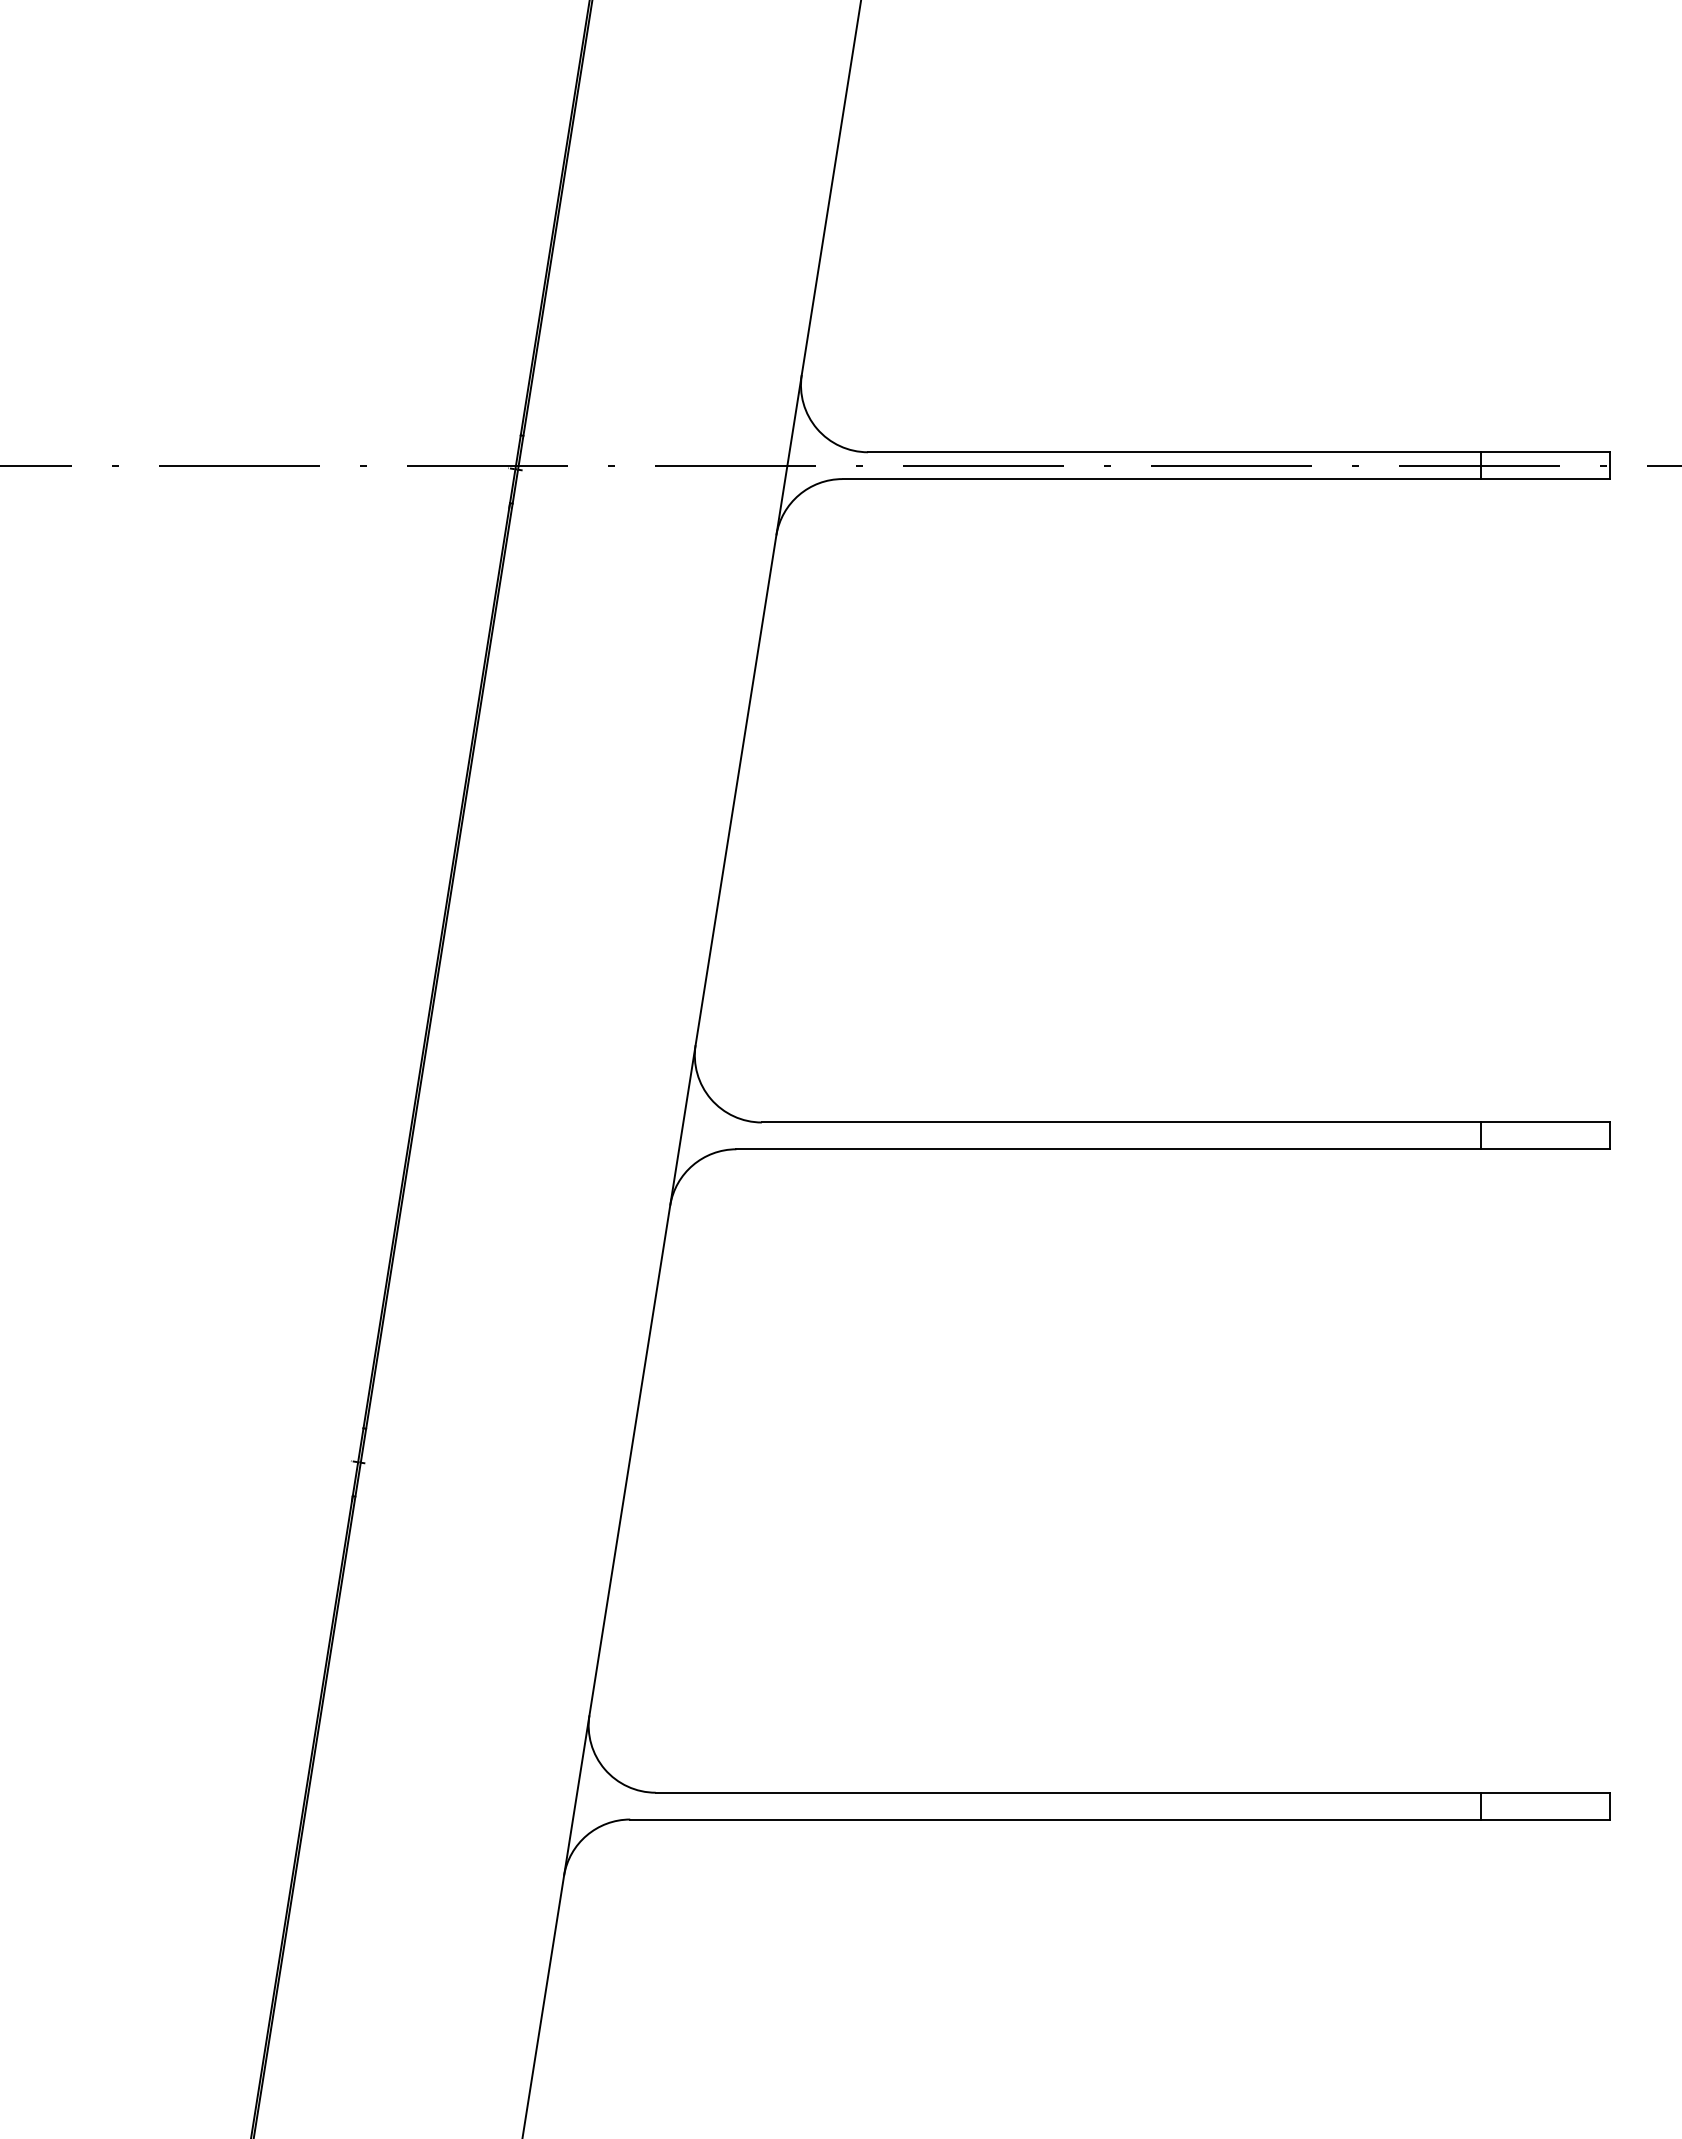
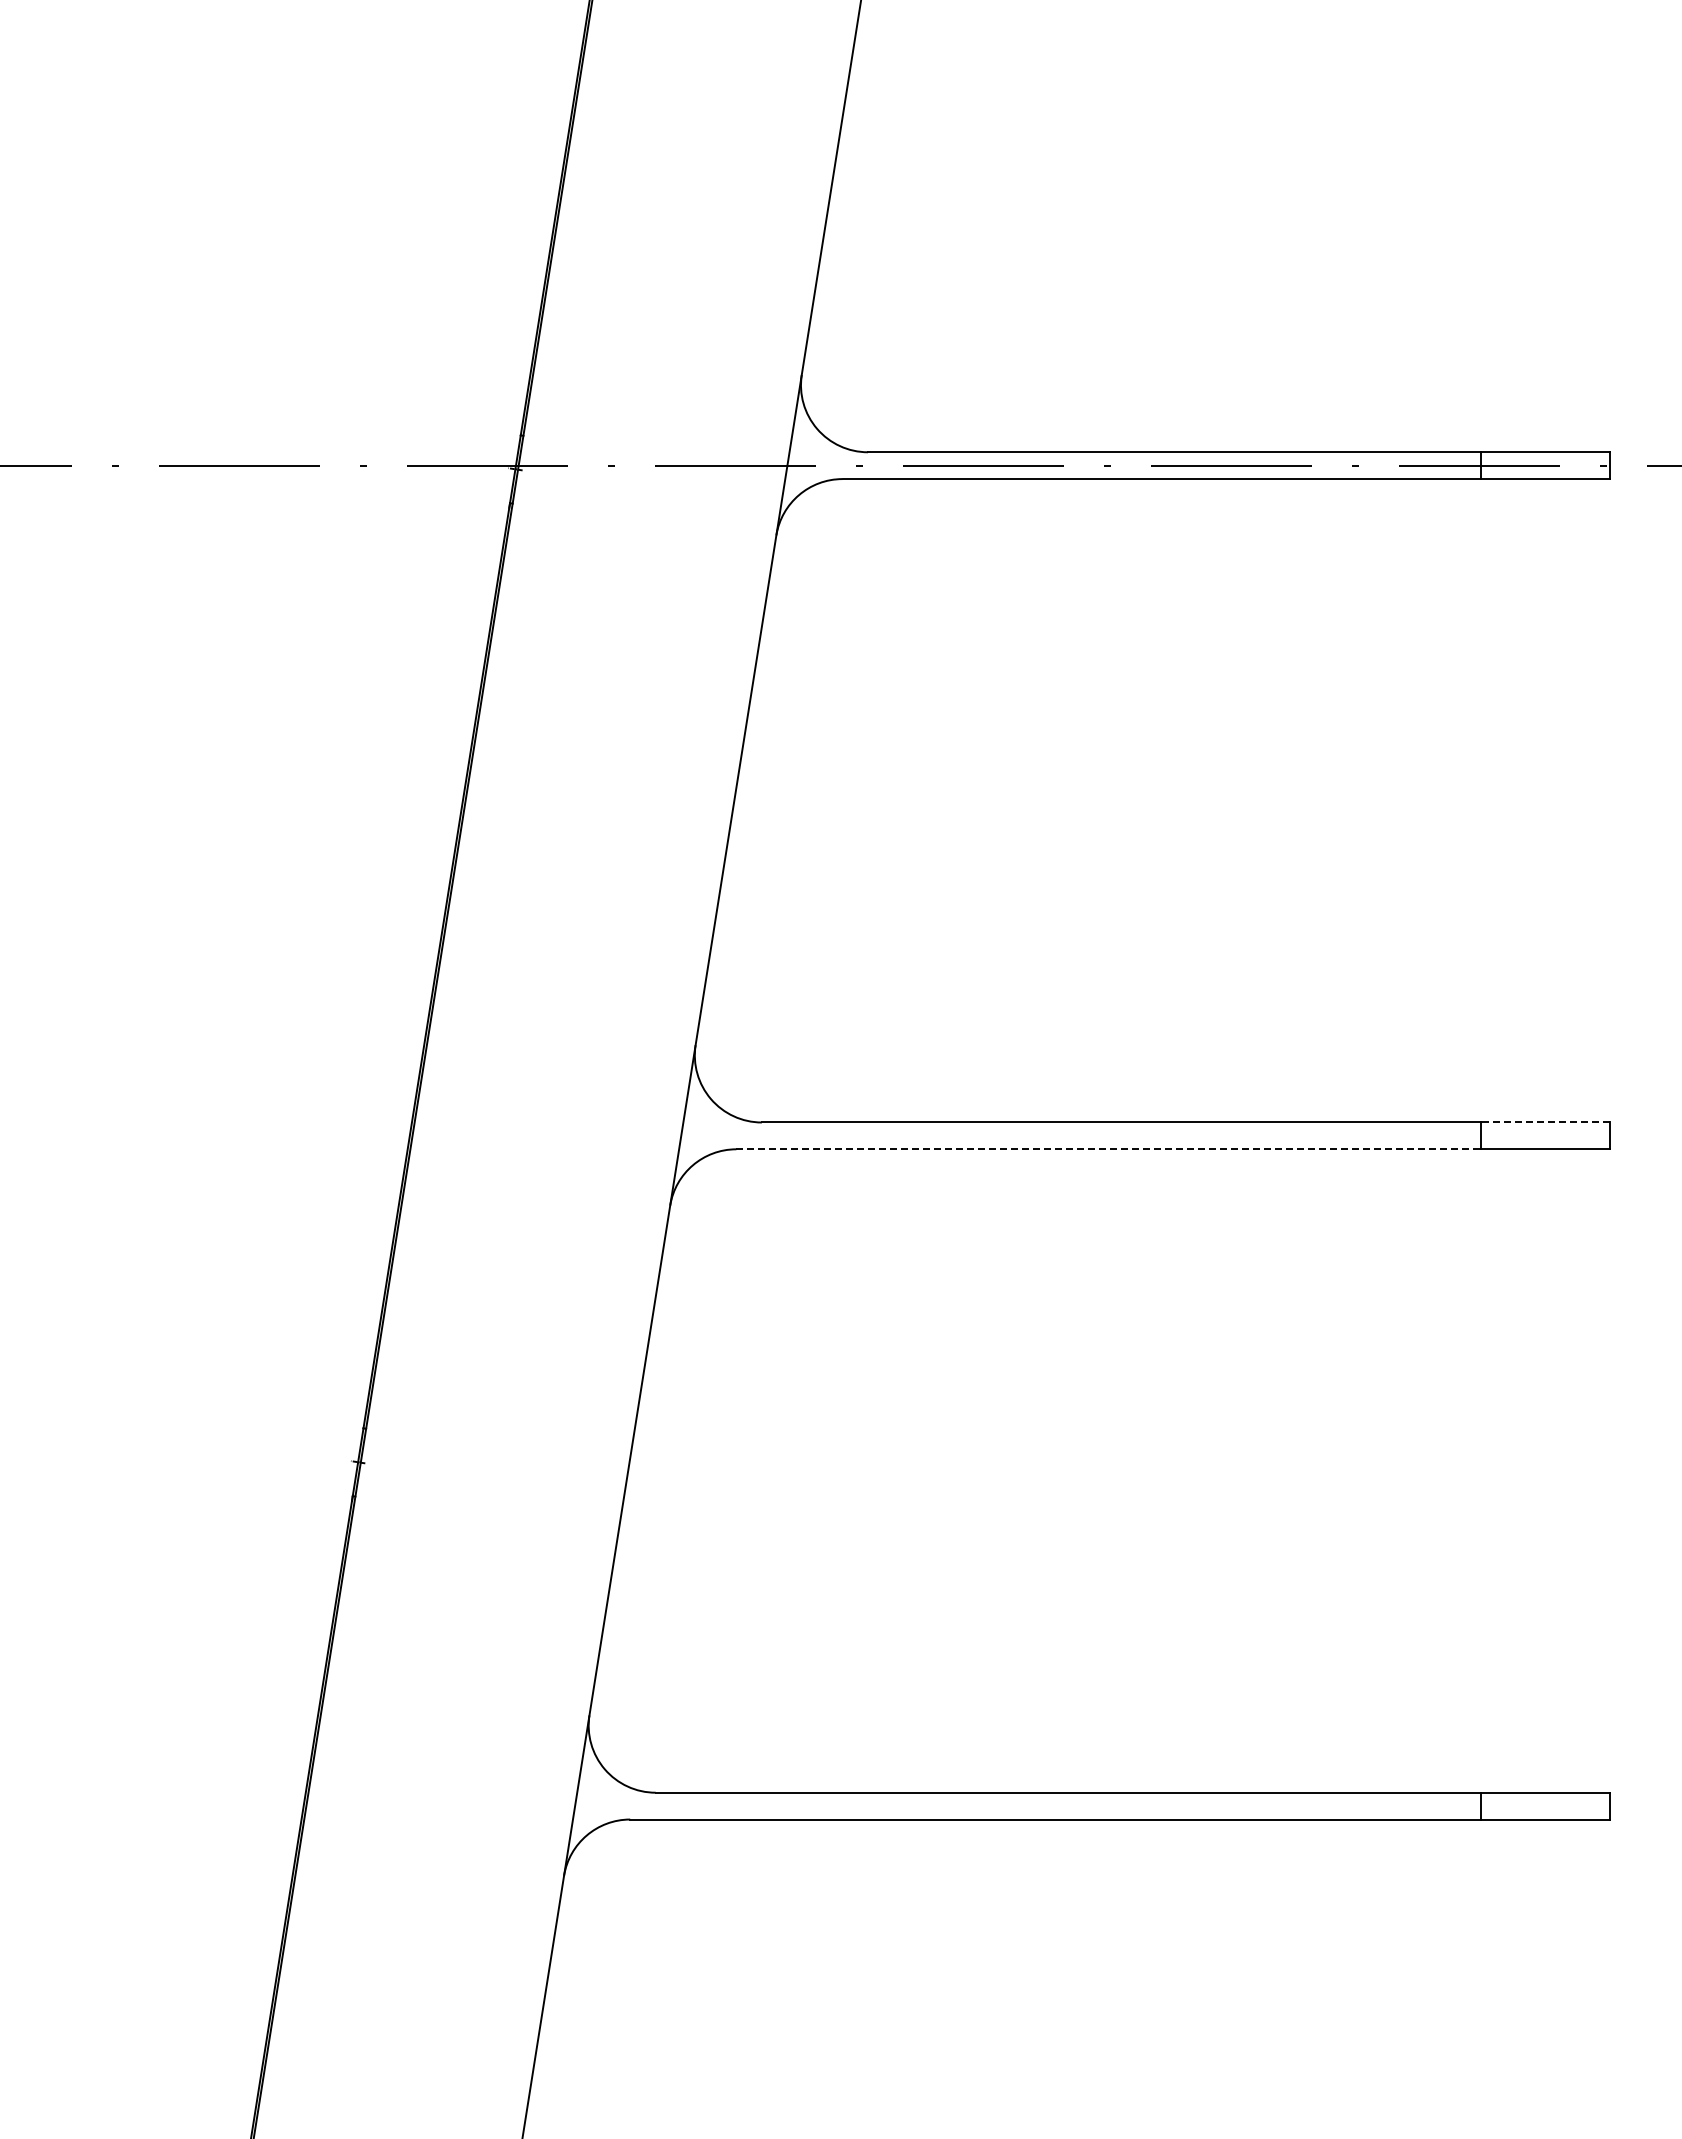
line at (1545, 1122): solid -> dashed
line at (1109, 1149): solid -> dashed
